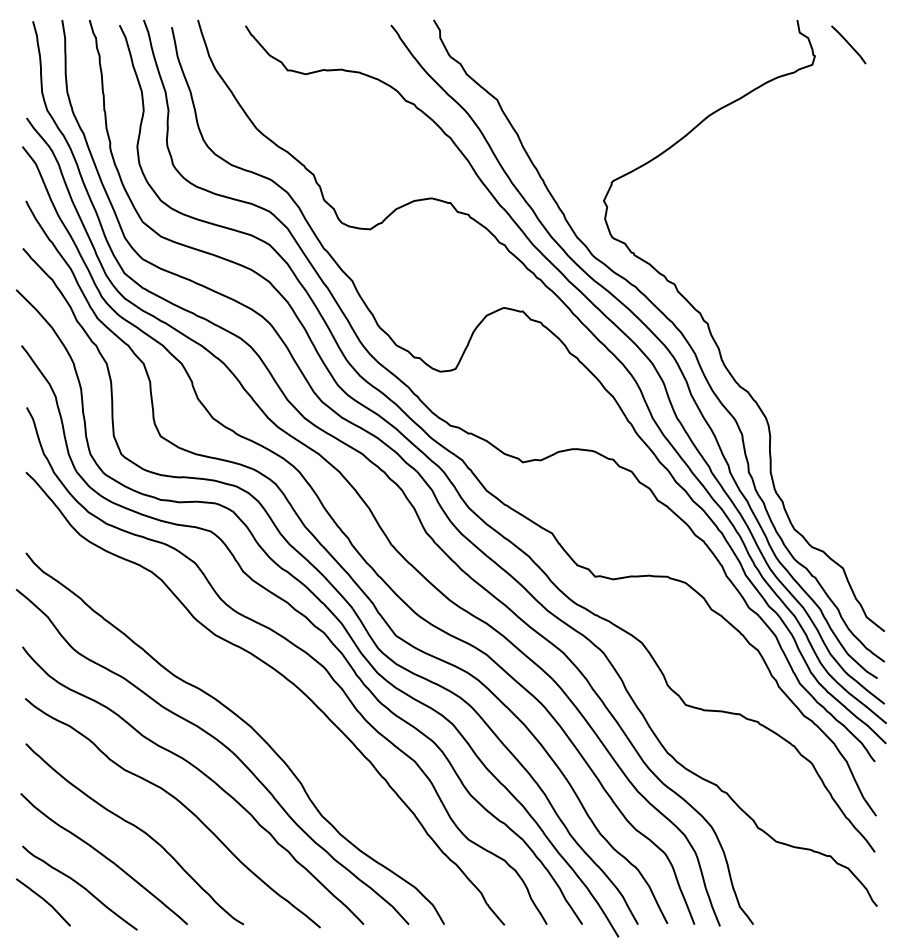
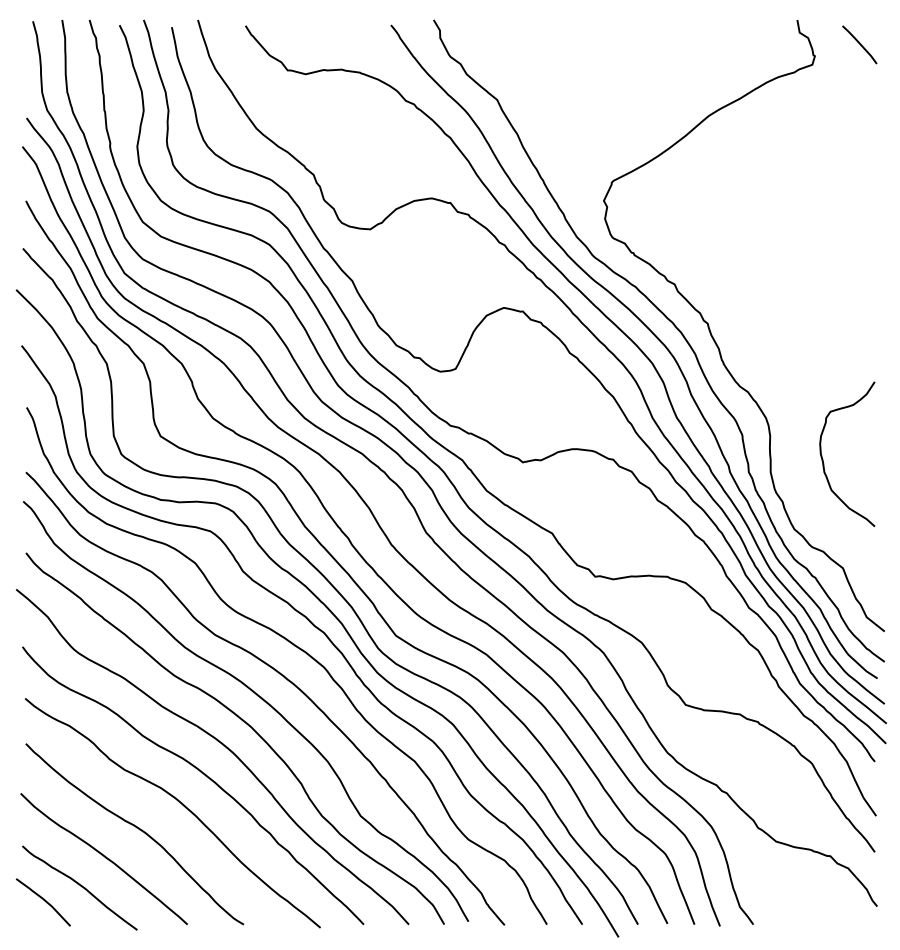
line at (848, 44) position: (848, 44) -> (859, 44)
curve at (823, 459): none -> present
curve at (257, 696): none -> present
